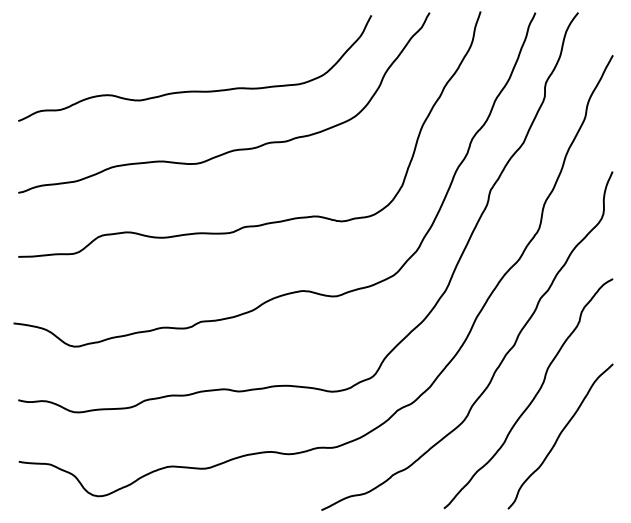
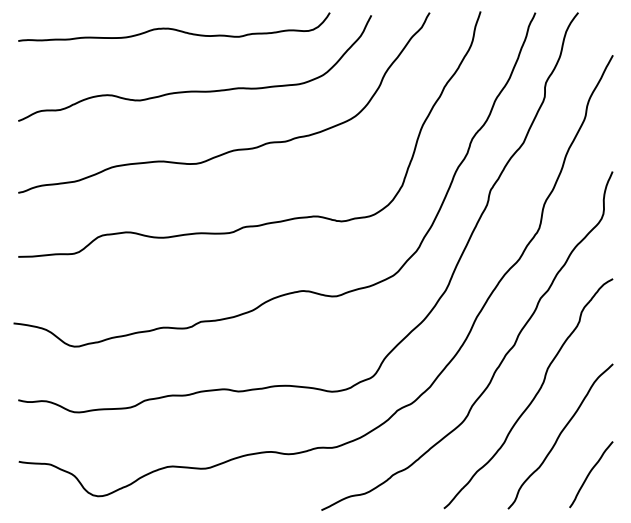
curve at (174, 28): none -> present
curve at (590, 473): none -> present
